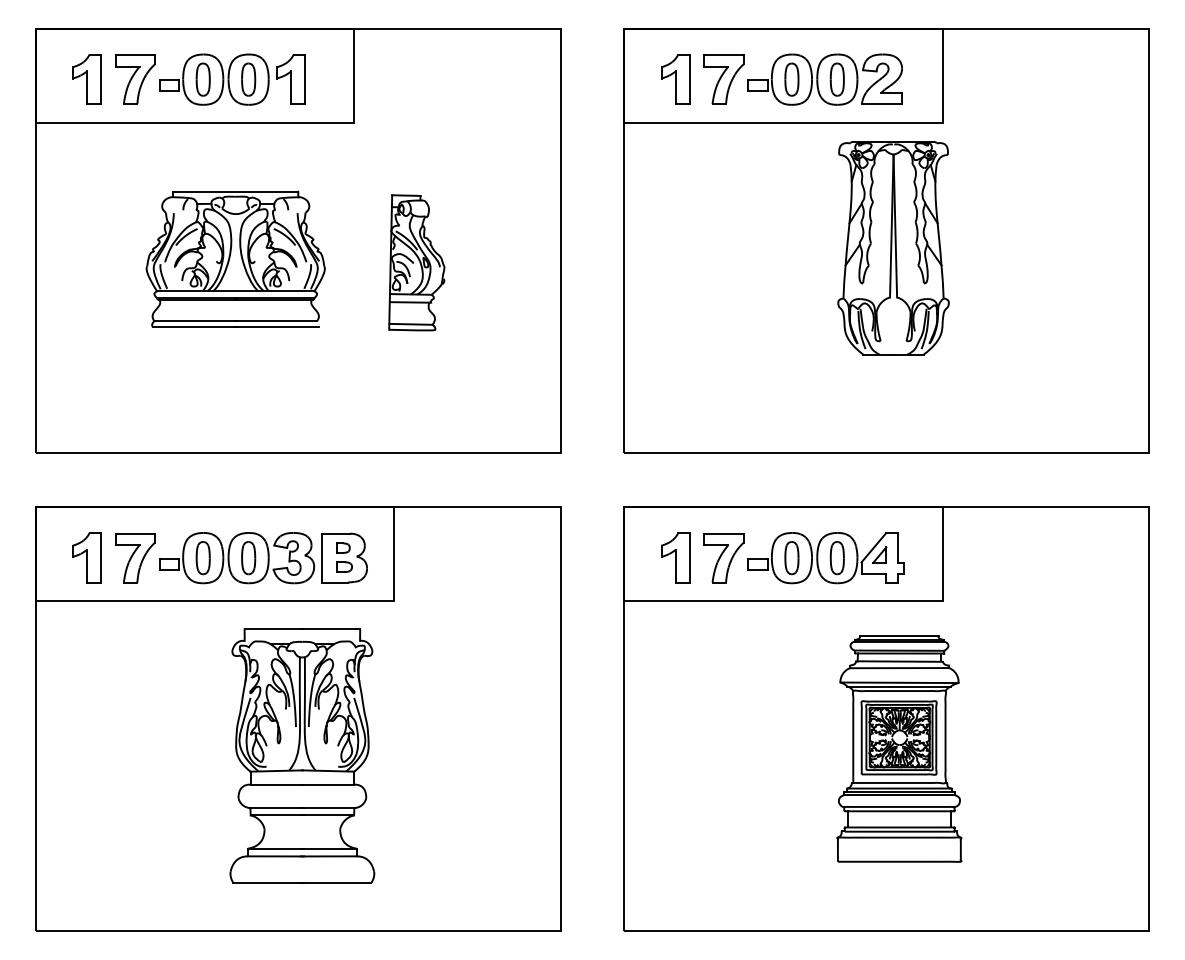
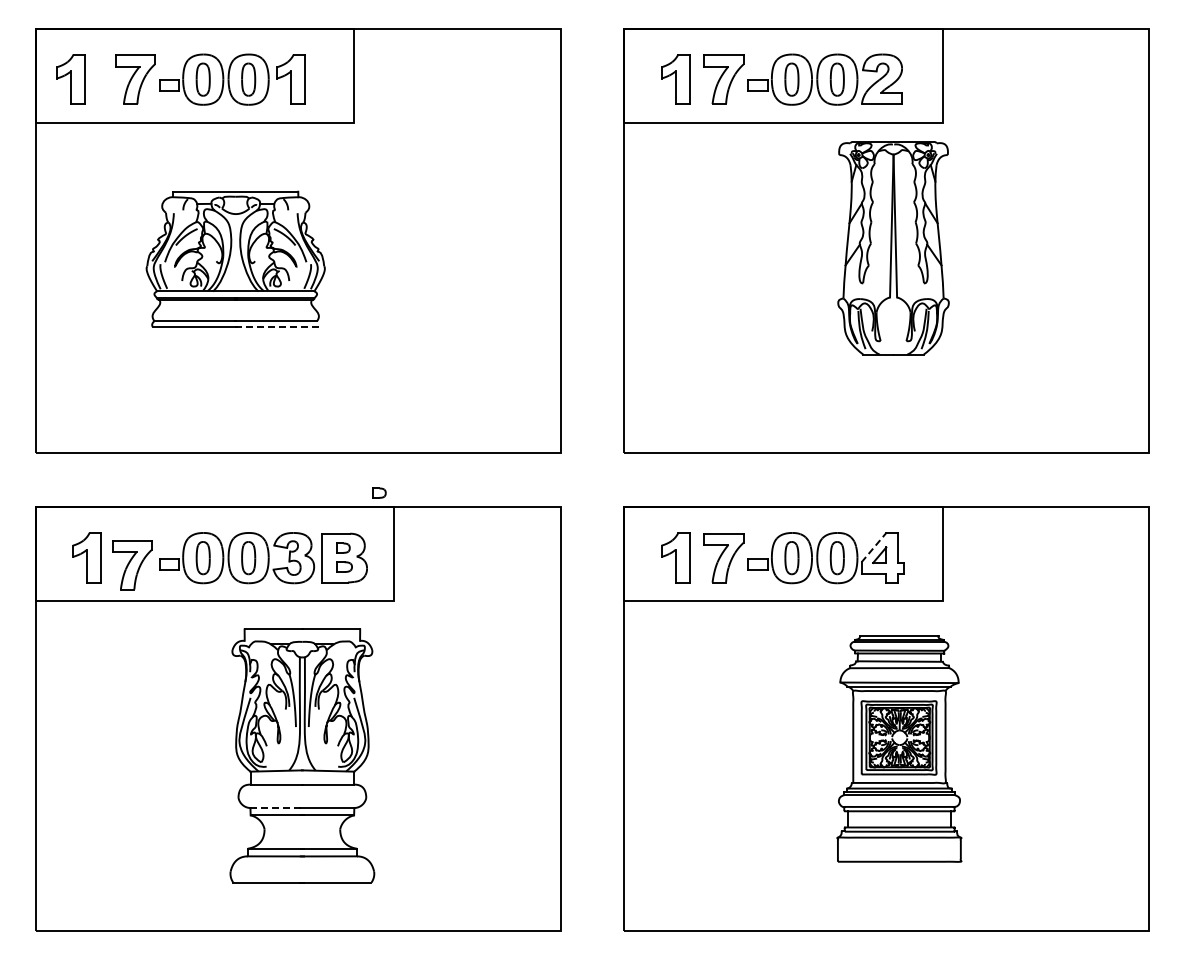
part at (86, 79) position: (86, 79) -> (70, 79)
part at (416, 262): present -> none
line at (276, 326): solid -> dashed
part at (379, 492): none -> present
line at (874, 547): solid -> dashed
part at (135, 558) position: (135, 558) -> (132, 565)
line at (277, 808): solid -> dashed
